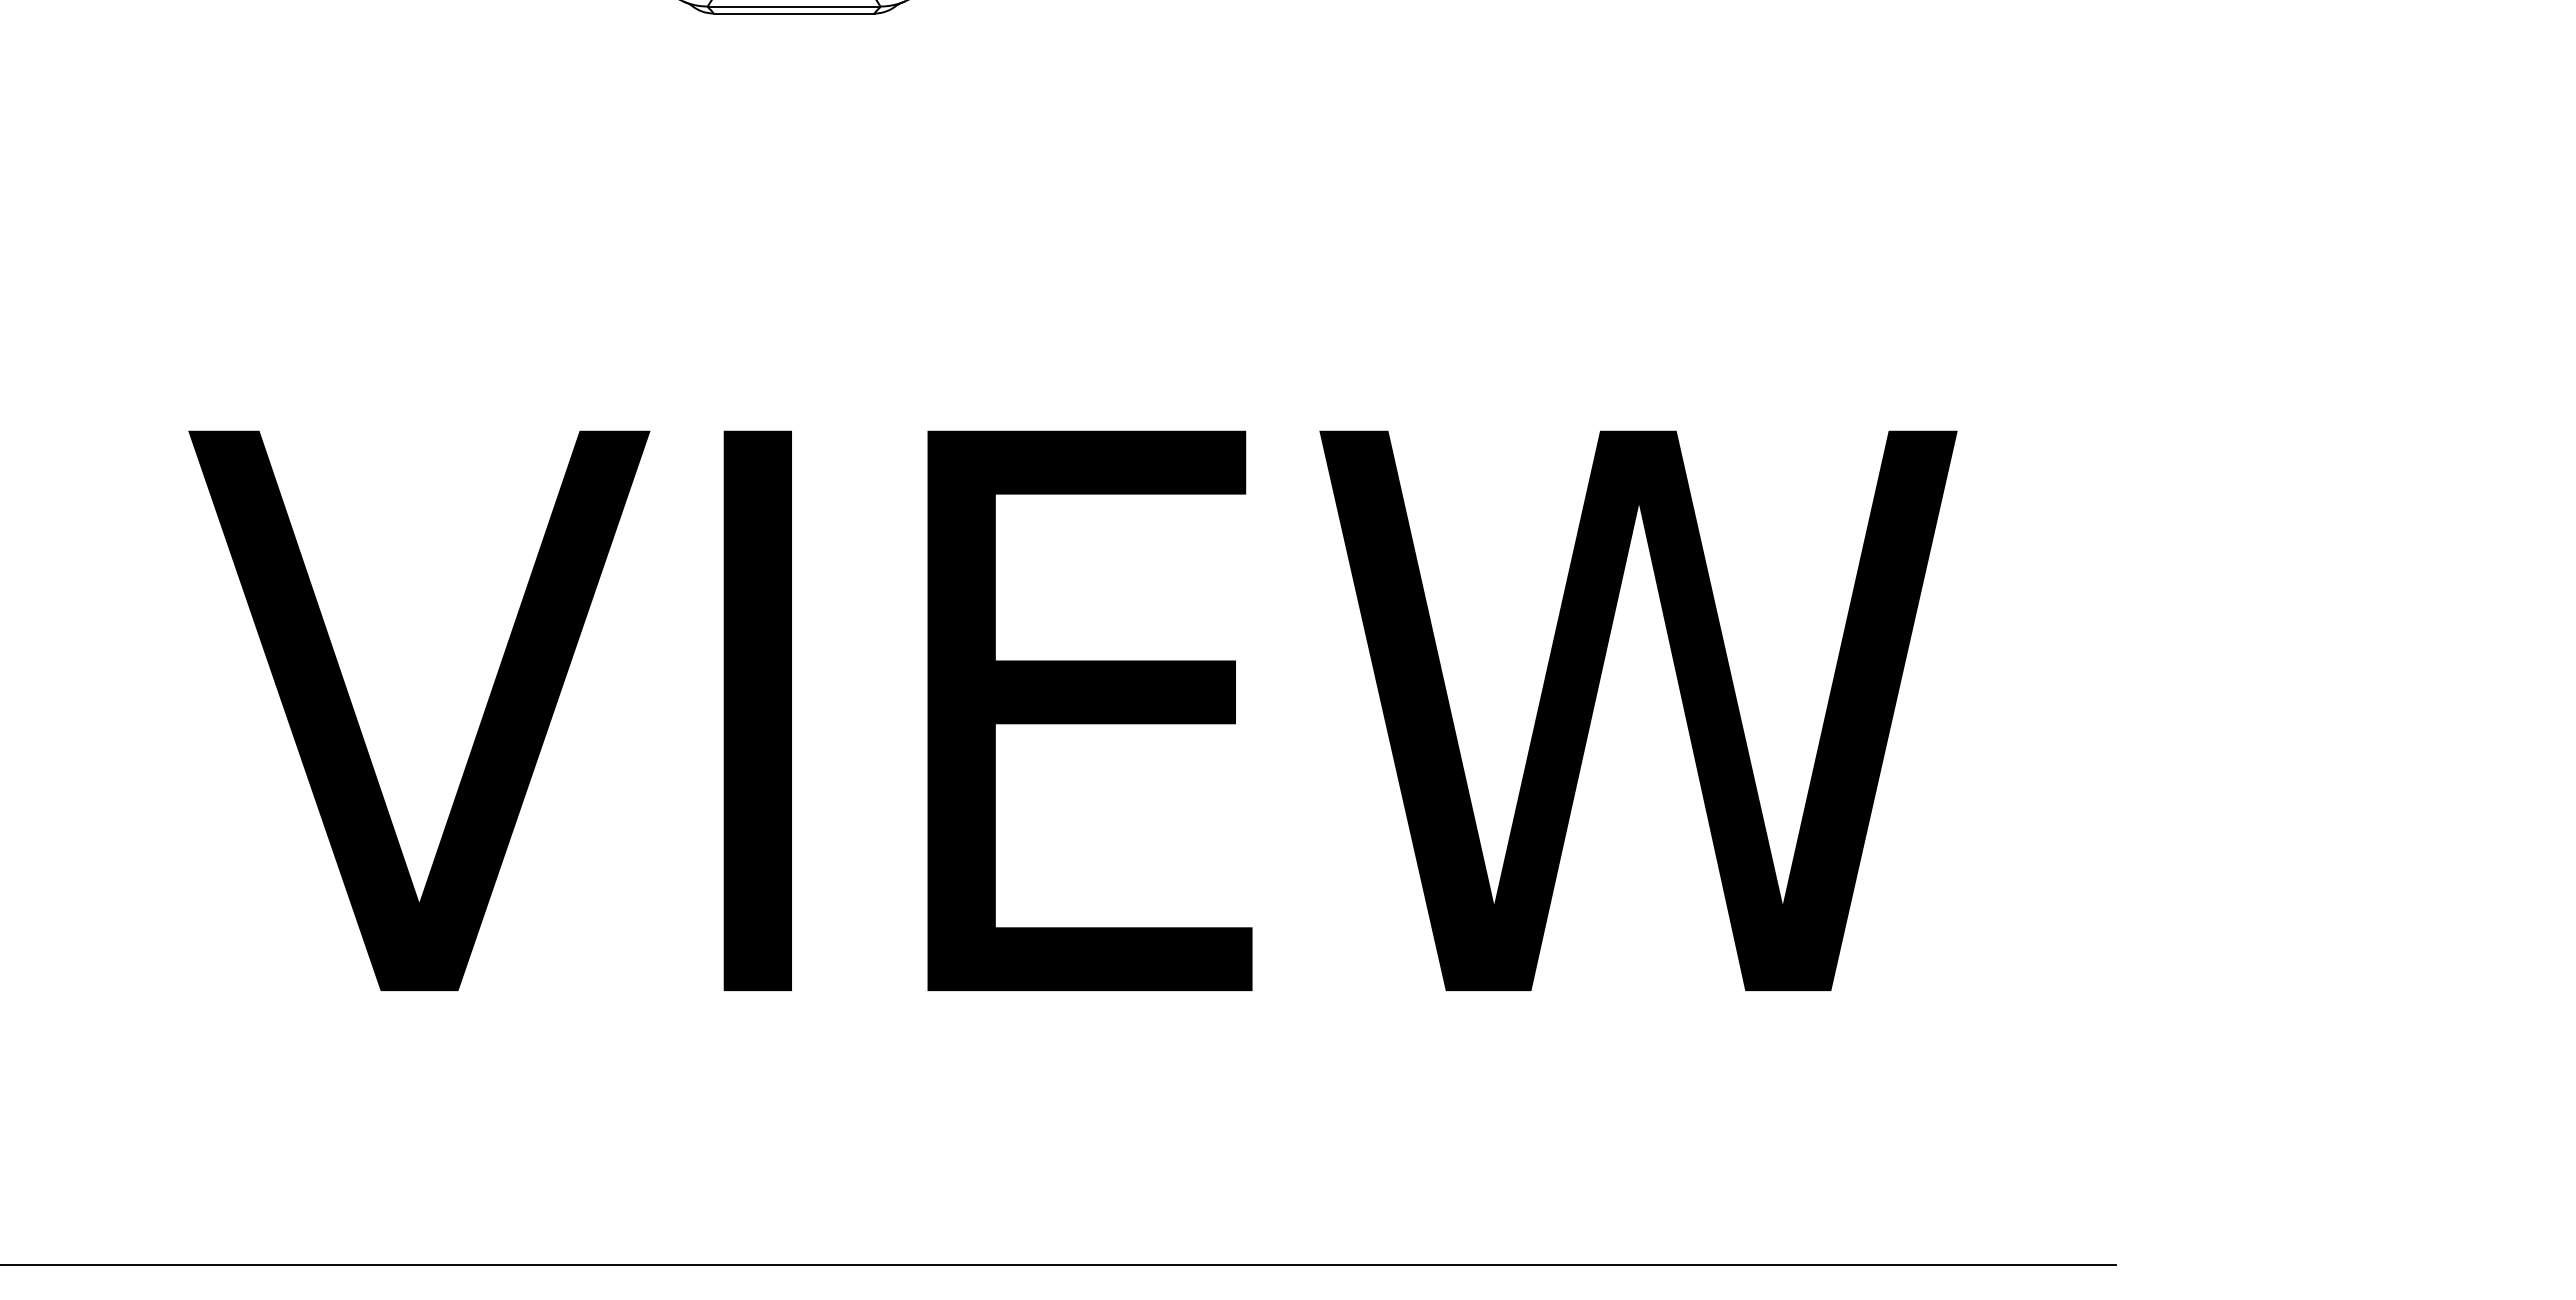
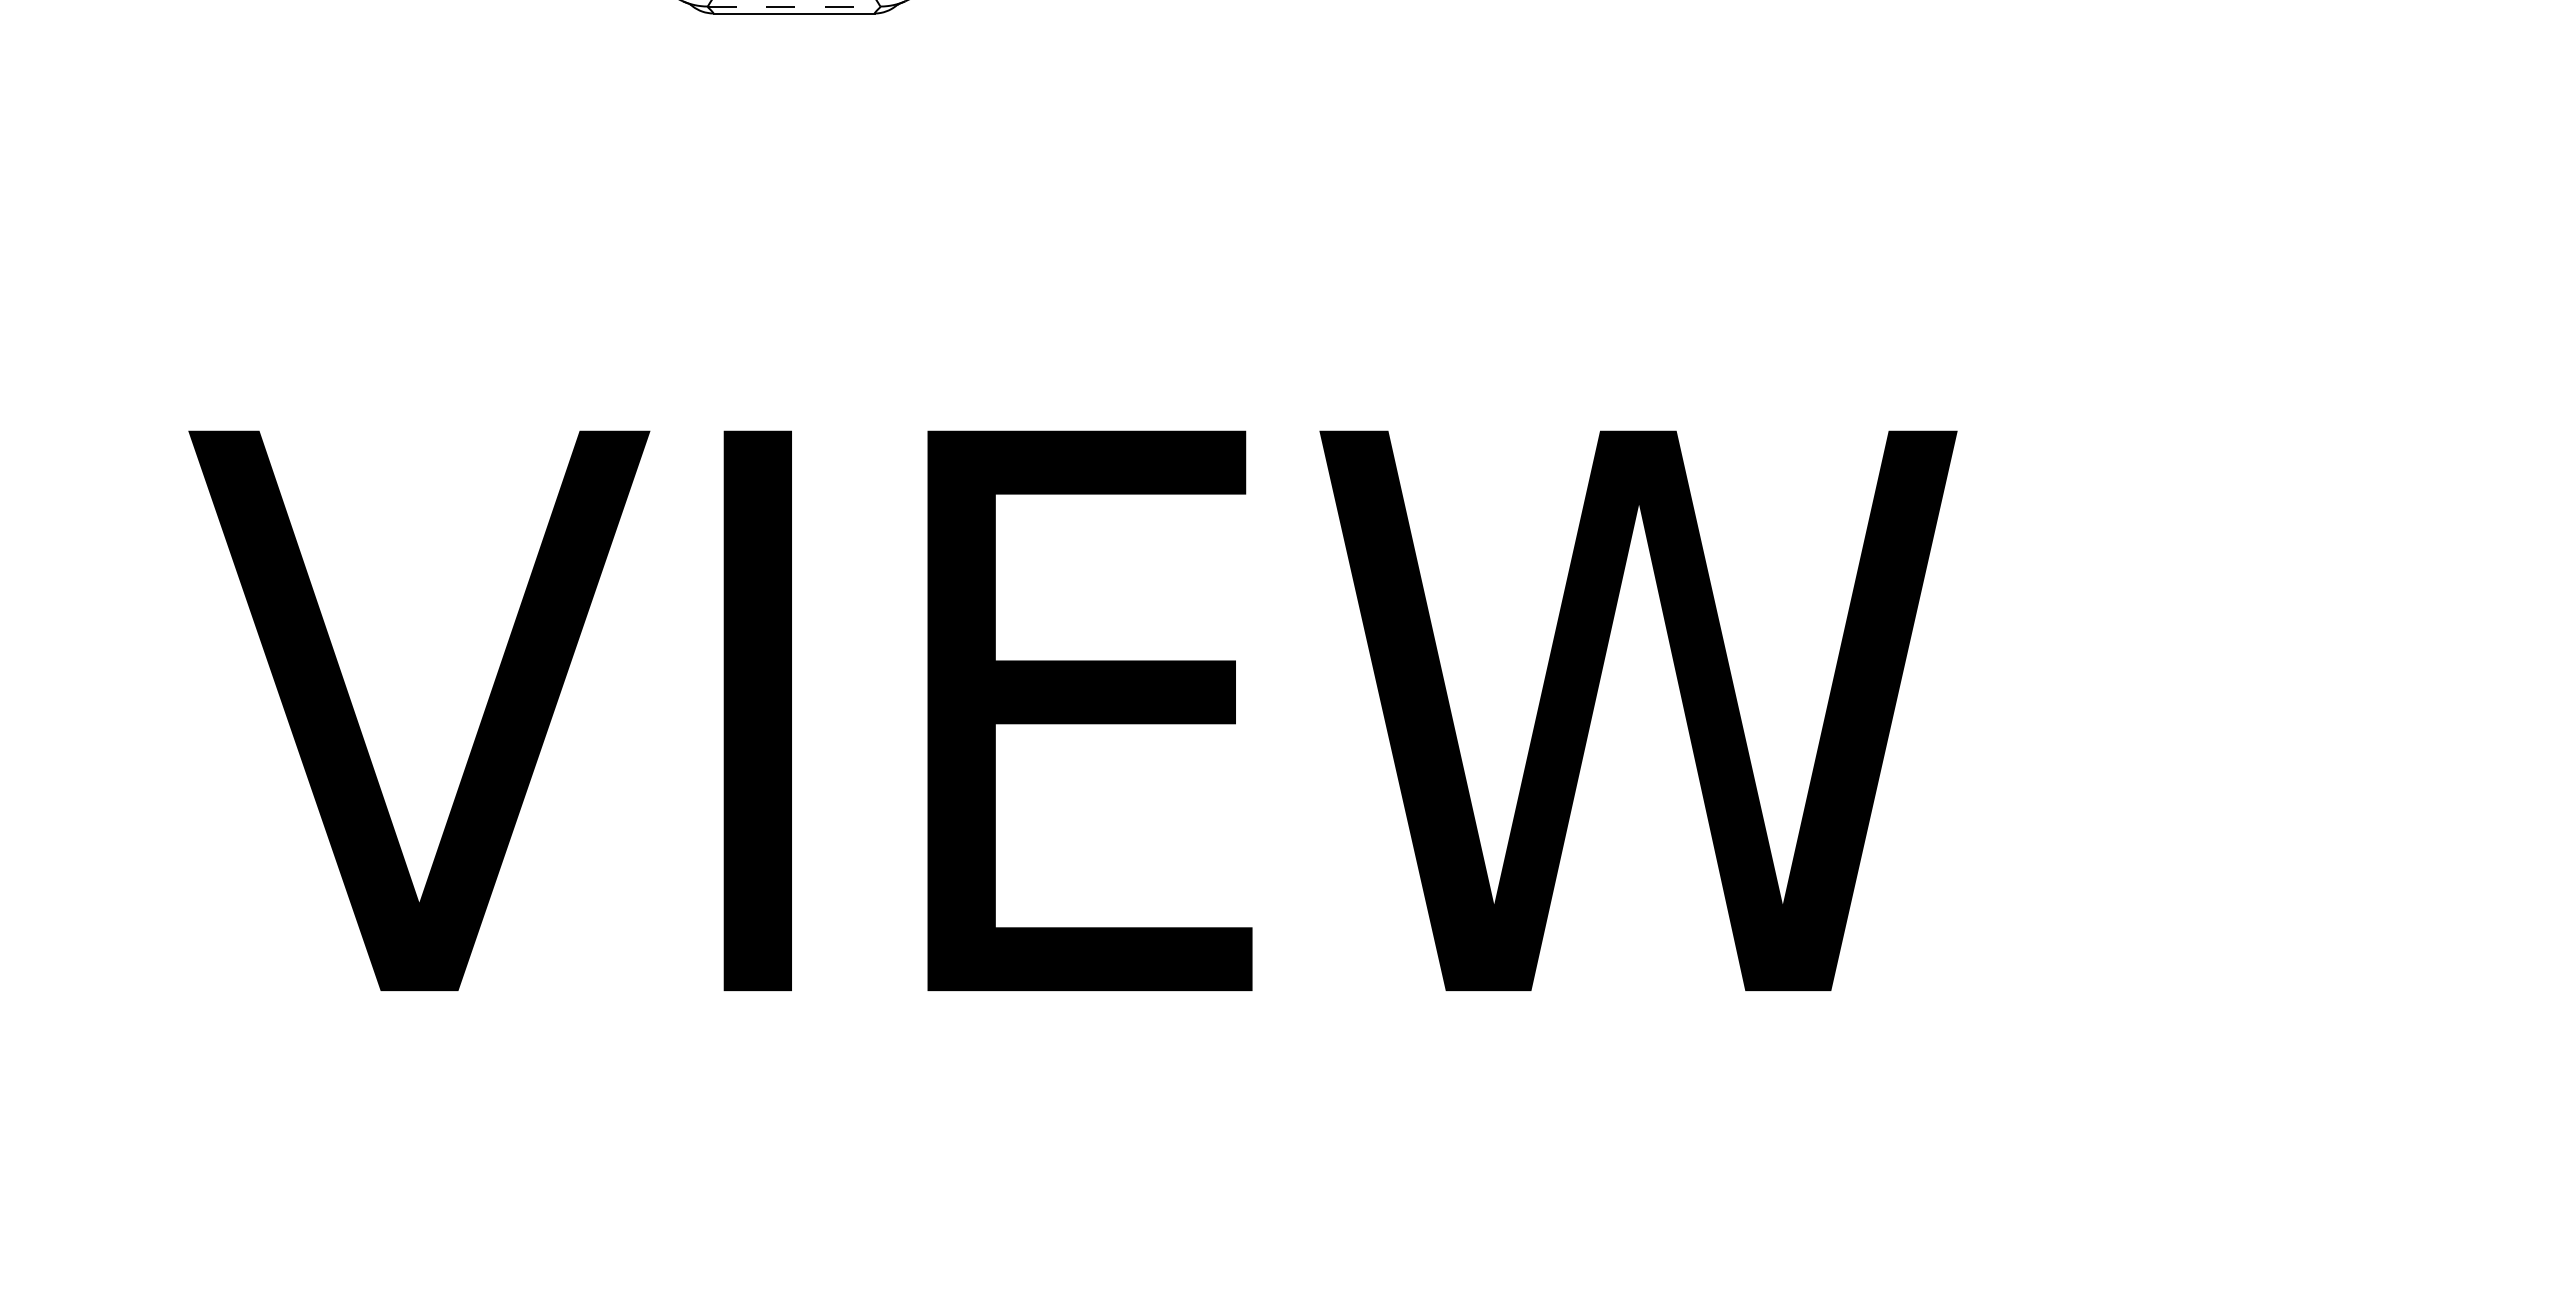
line at (794, 6): solid -> dashed
line at (1058, 1265): present -> none
